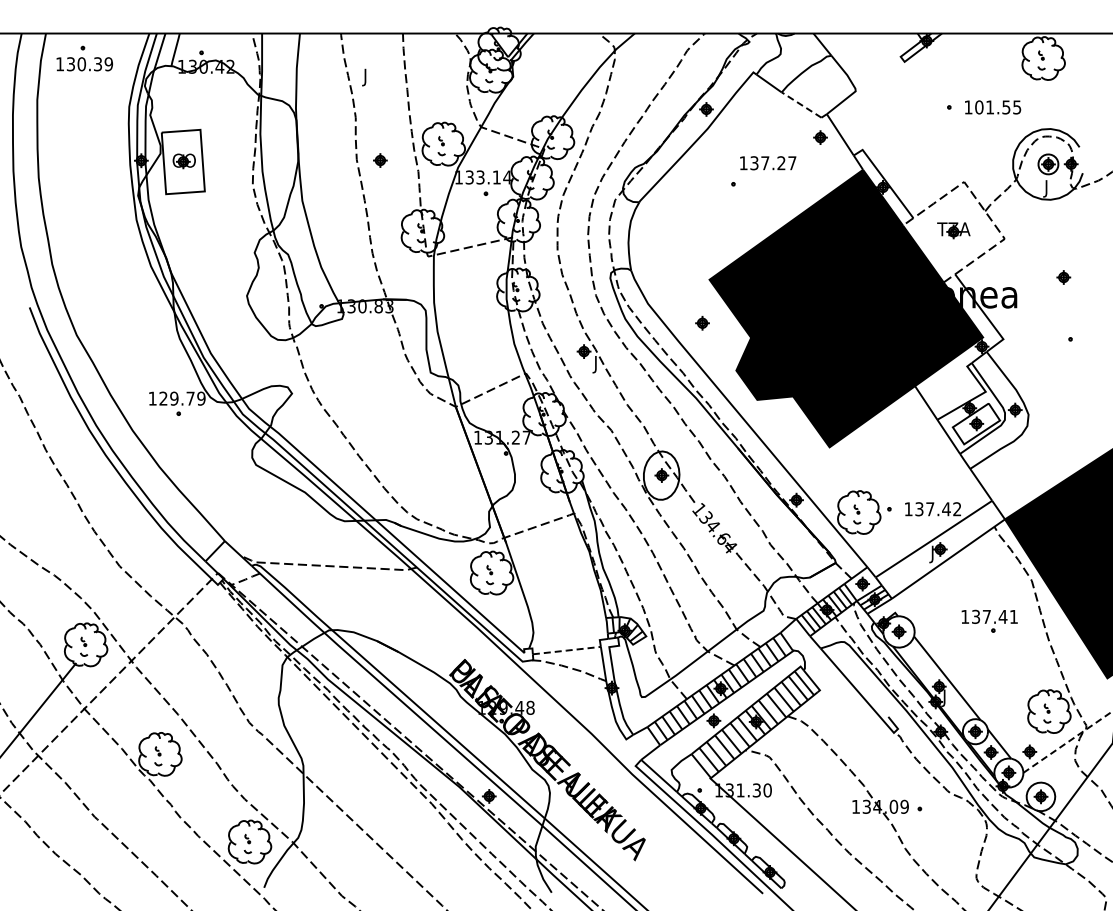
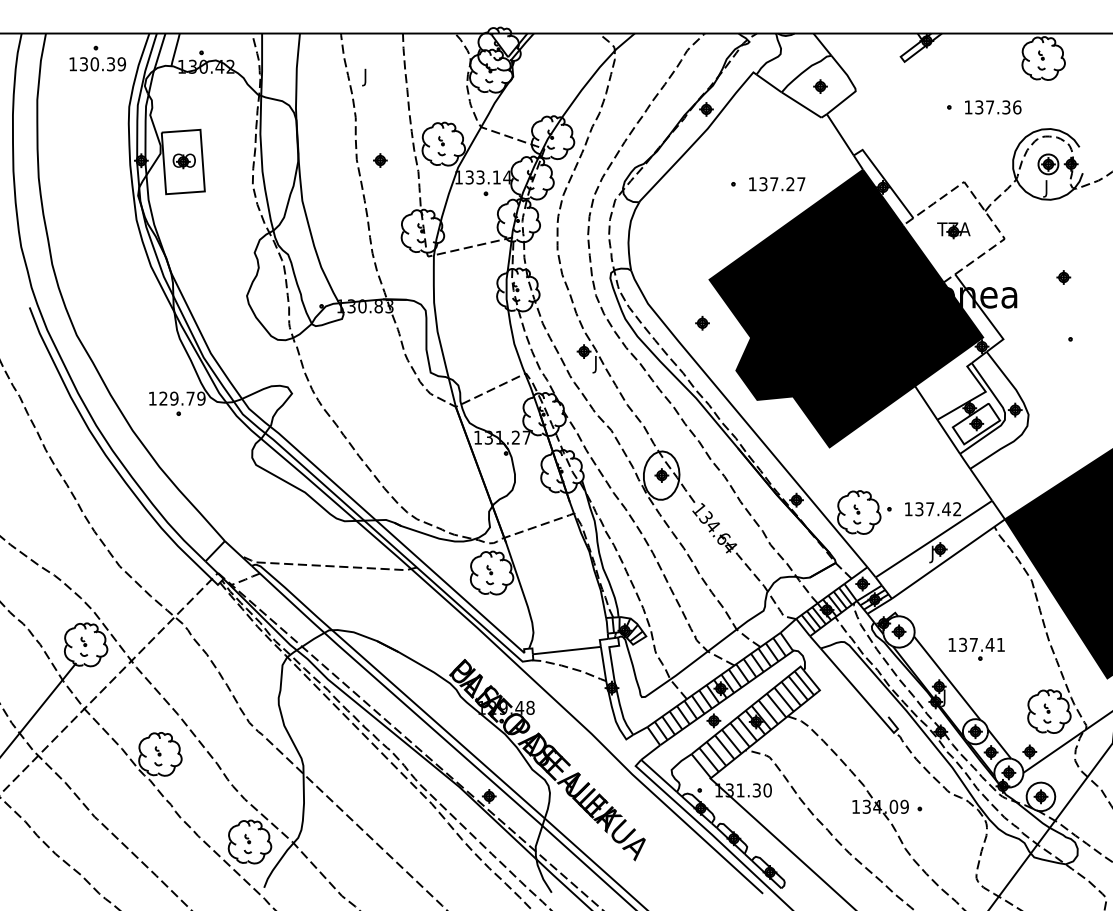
part at (84, 58) position: (84, 58) -> (97, 58)
line at (801, 105): dashed -> solid
text at (998, 107): 101.55 -> 137.36
part at (820, 137) position: (820, 137) -> (820, 86)
text at (768, 163) position: (768, 163) -> (777, 184)
part at (989, 620) position: (989, 620) -> (976, 648)
line at (566, 650): dashed -> solid
line at (1068, 741): dashed -> solid
